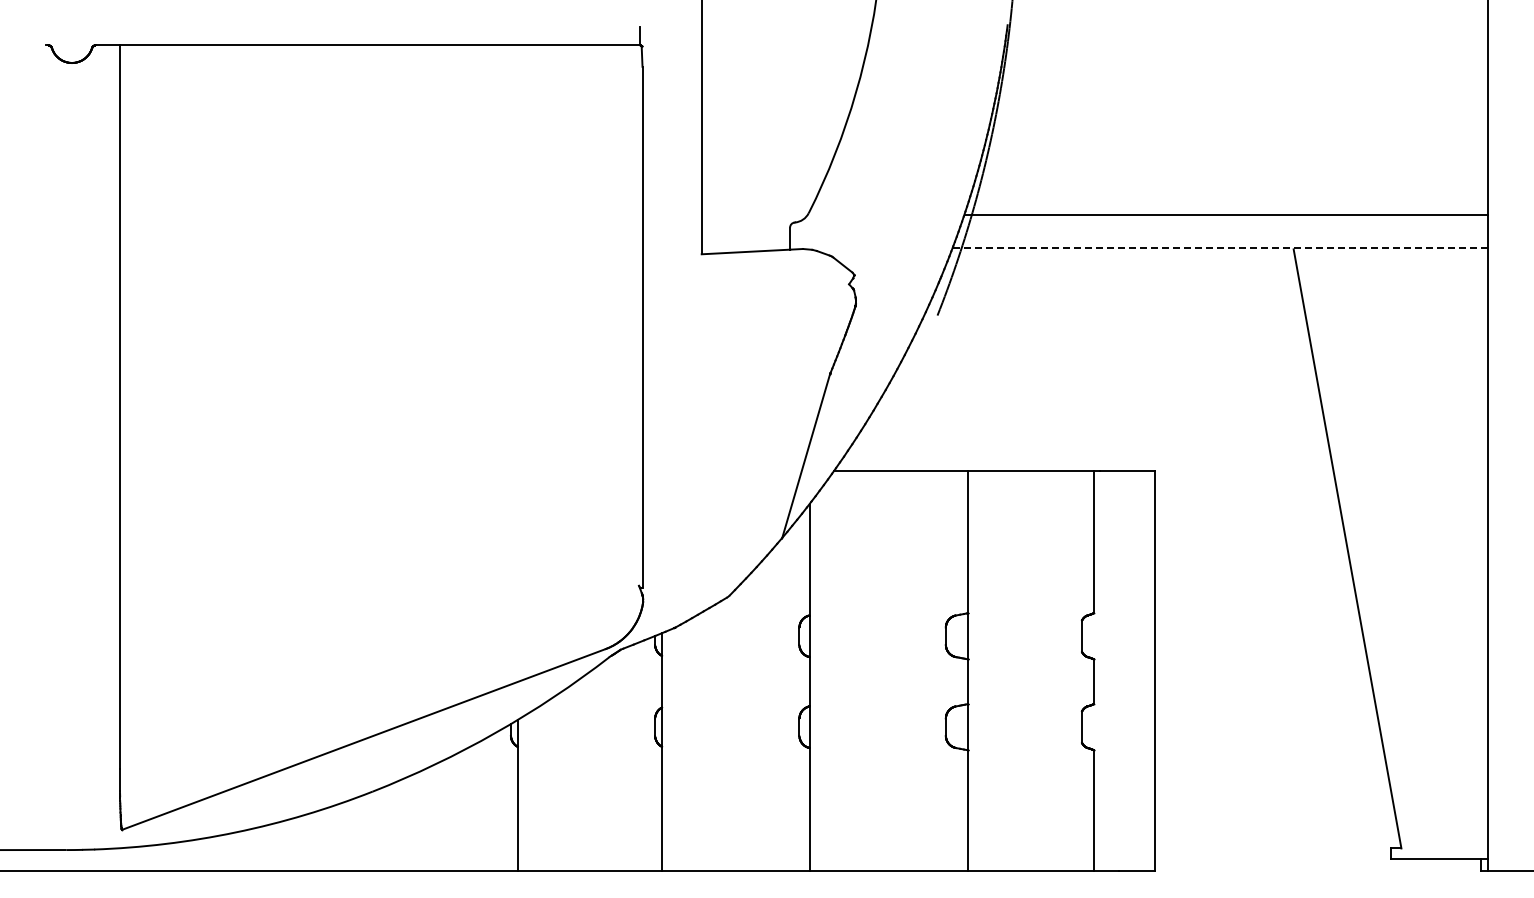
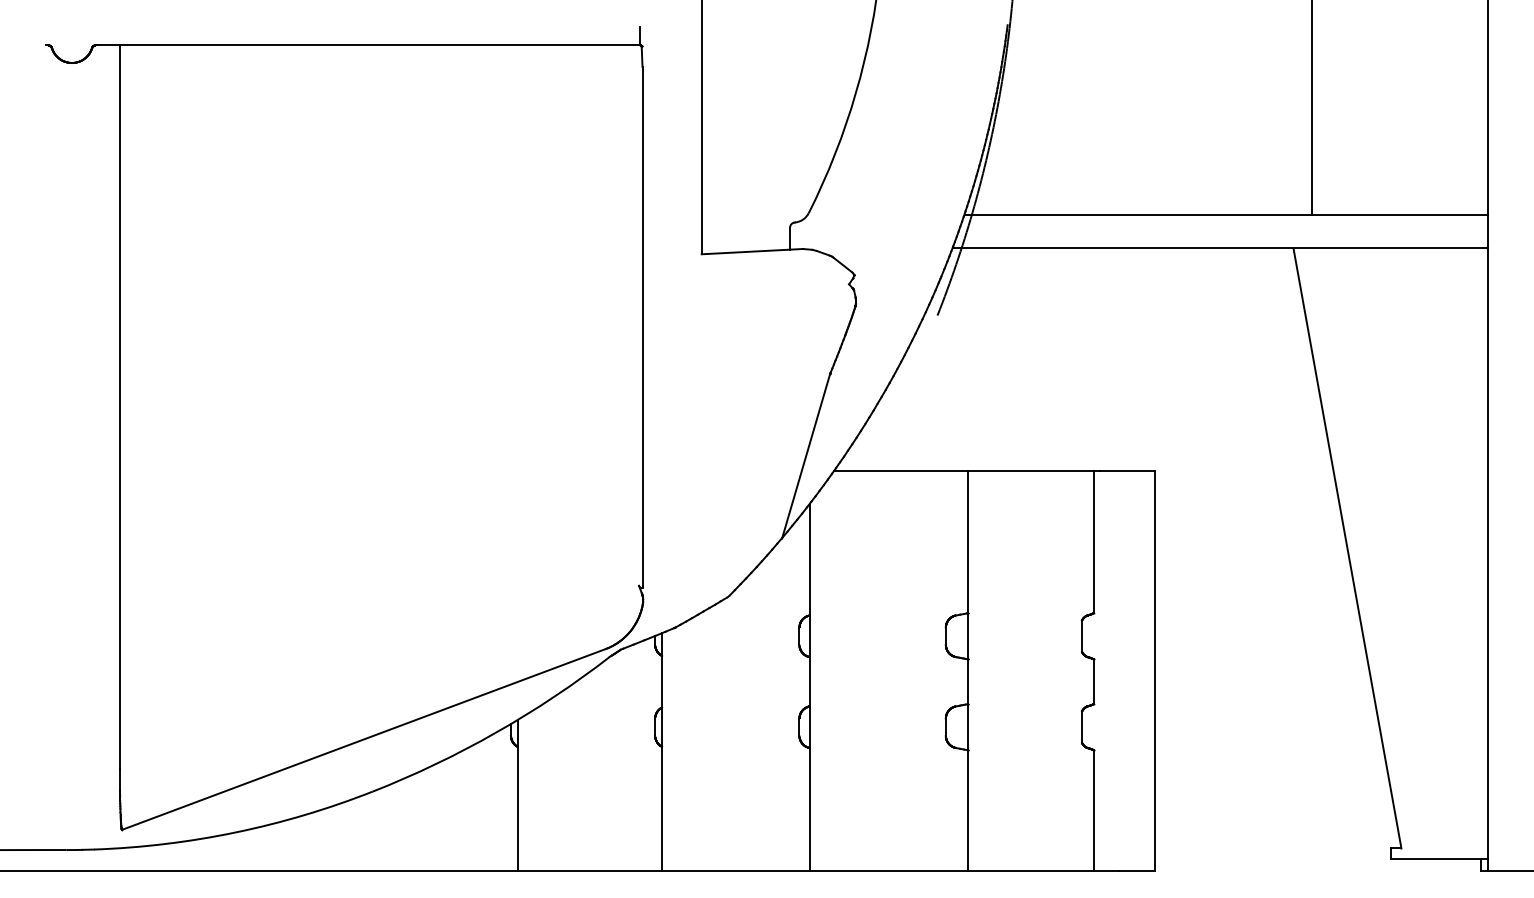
line at (1312, 108): none -> present
line at (1220, 248): dashed -> solid
